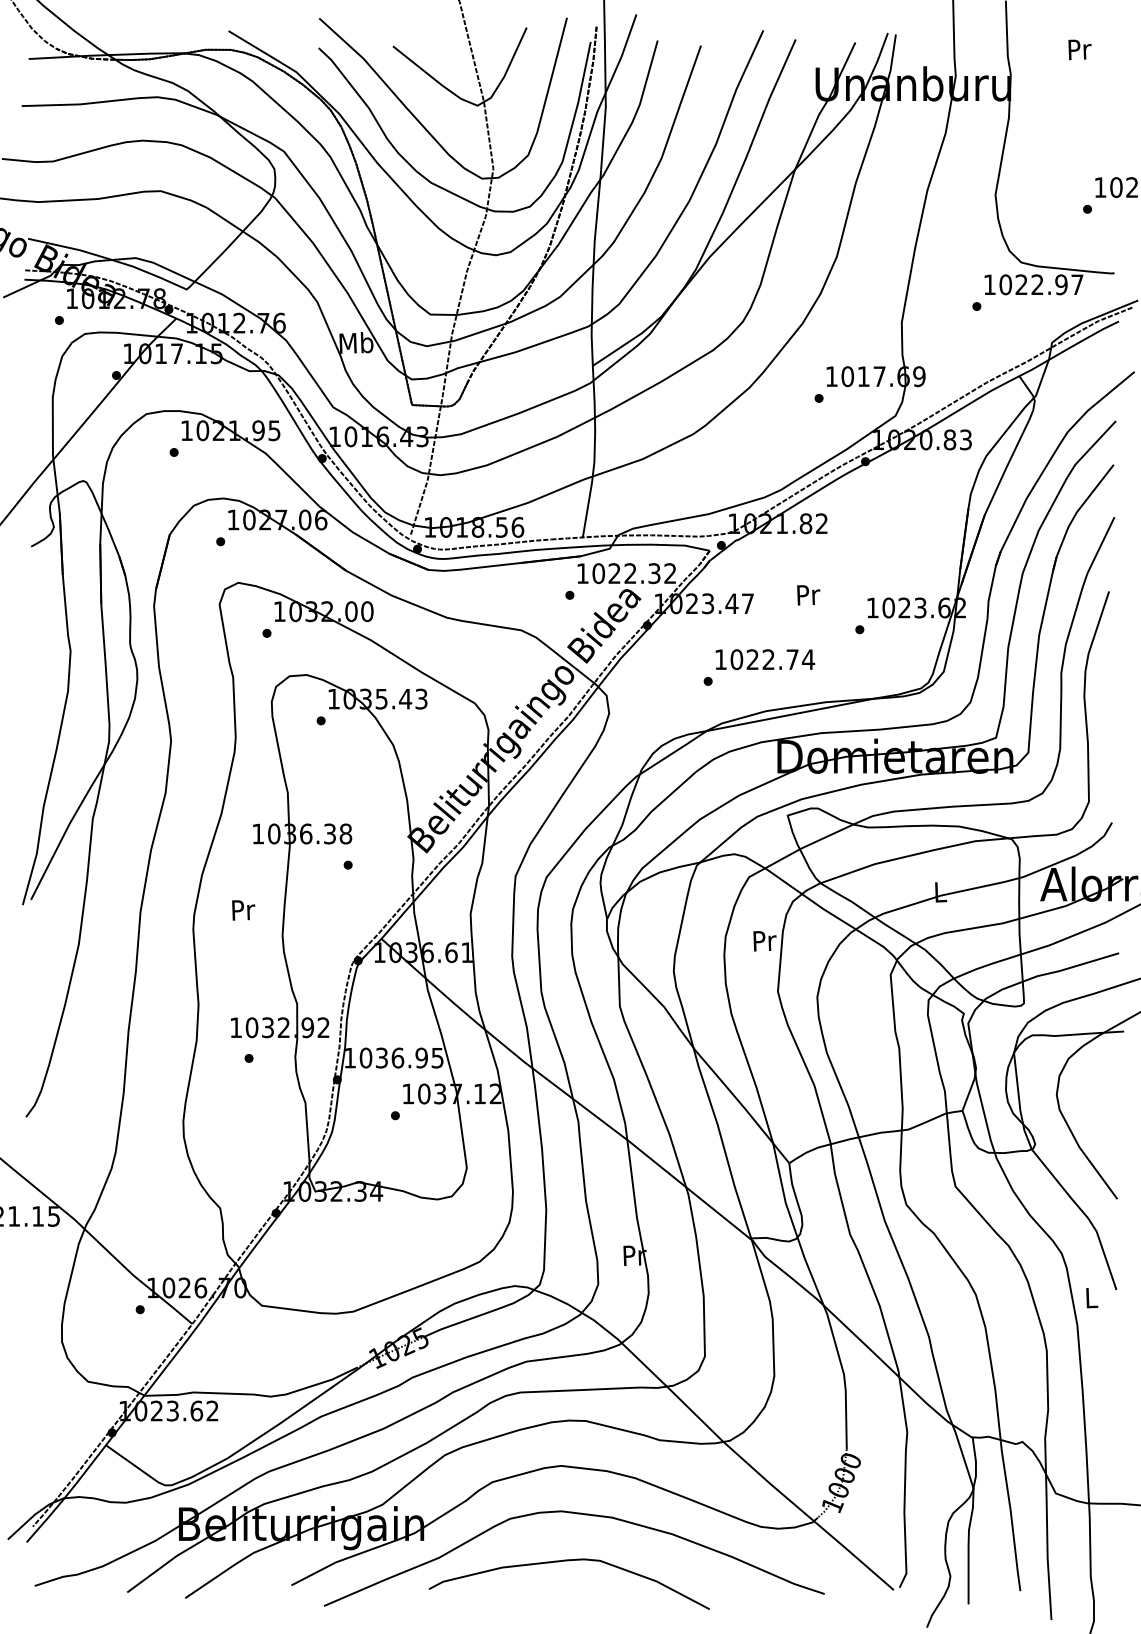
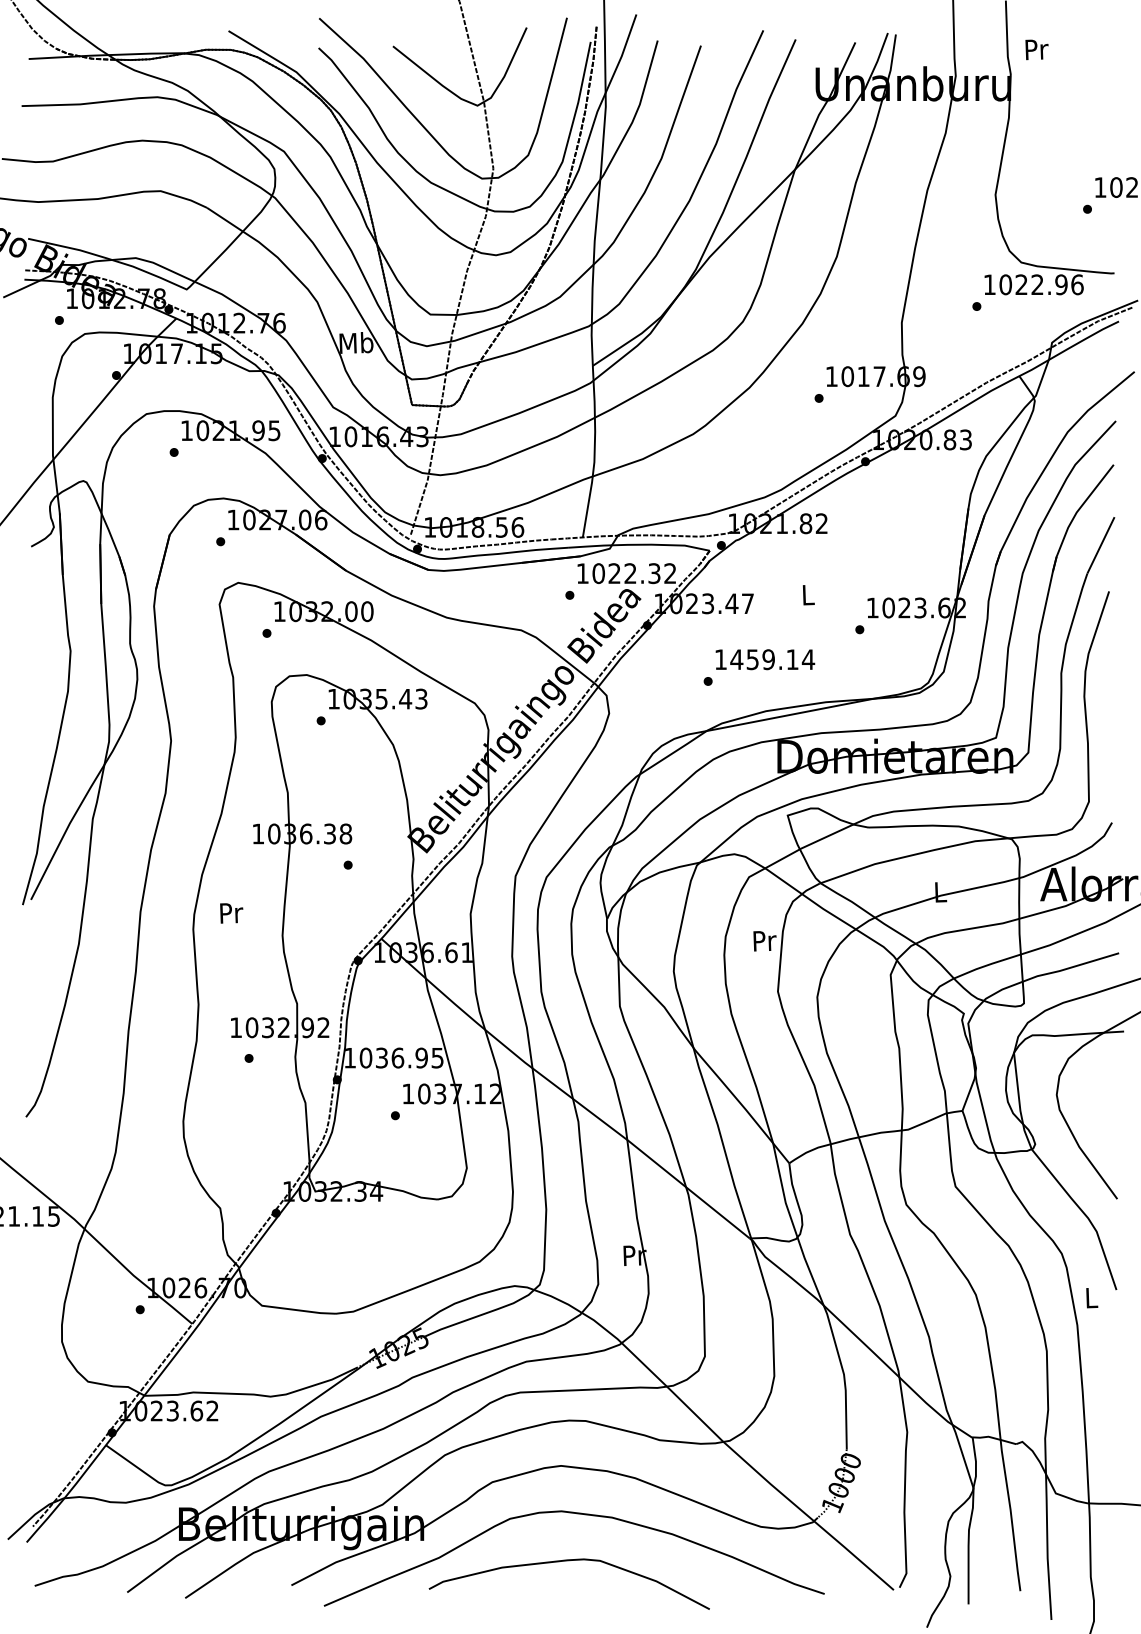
text at (1079, 49) position: (1079, 49) -> (1036, 49)
text at (1077, 284): 1022.97 -> 1022.96
text at (808, 595): Pr -> L
text at (764, 659): 1022.74 -> 1459.14
text at (243, 910) position: (243, 910) -> (231, 913)
